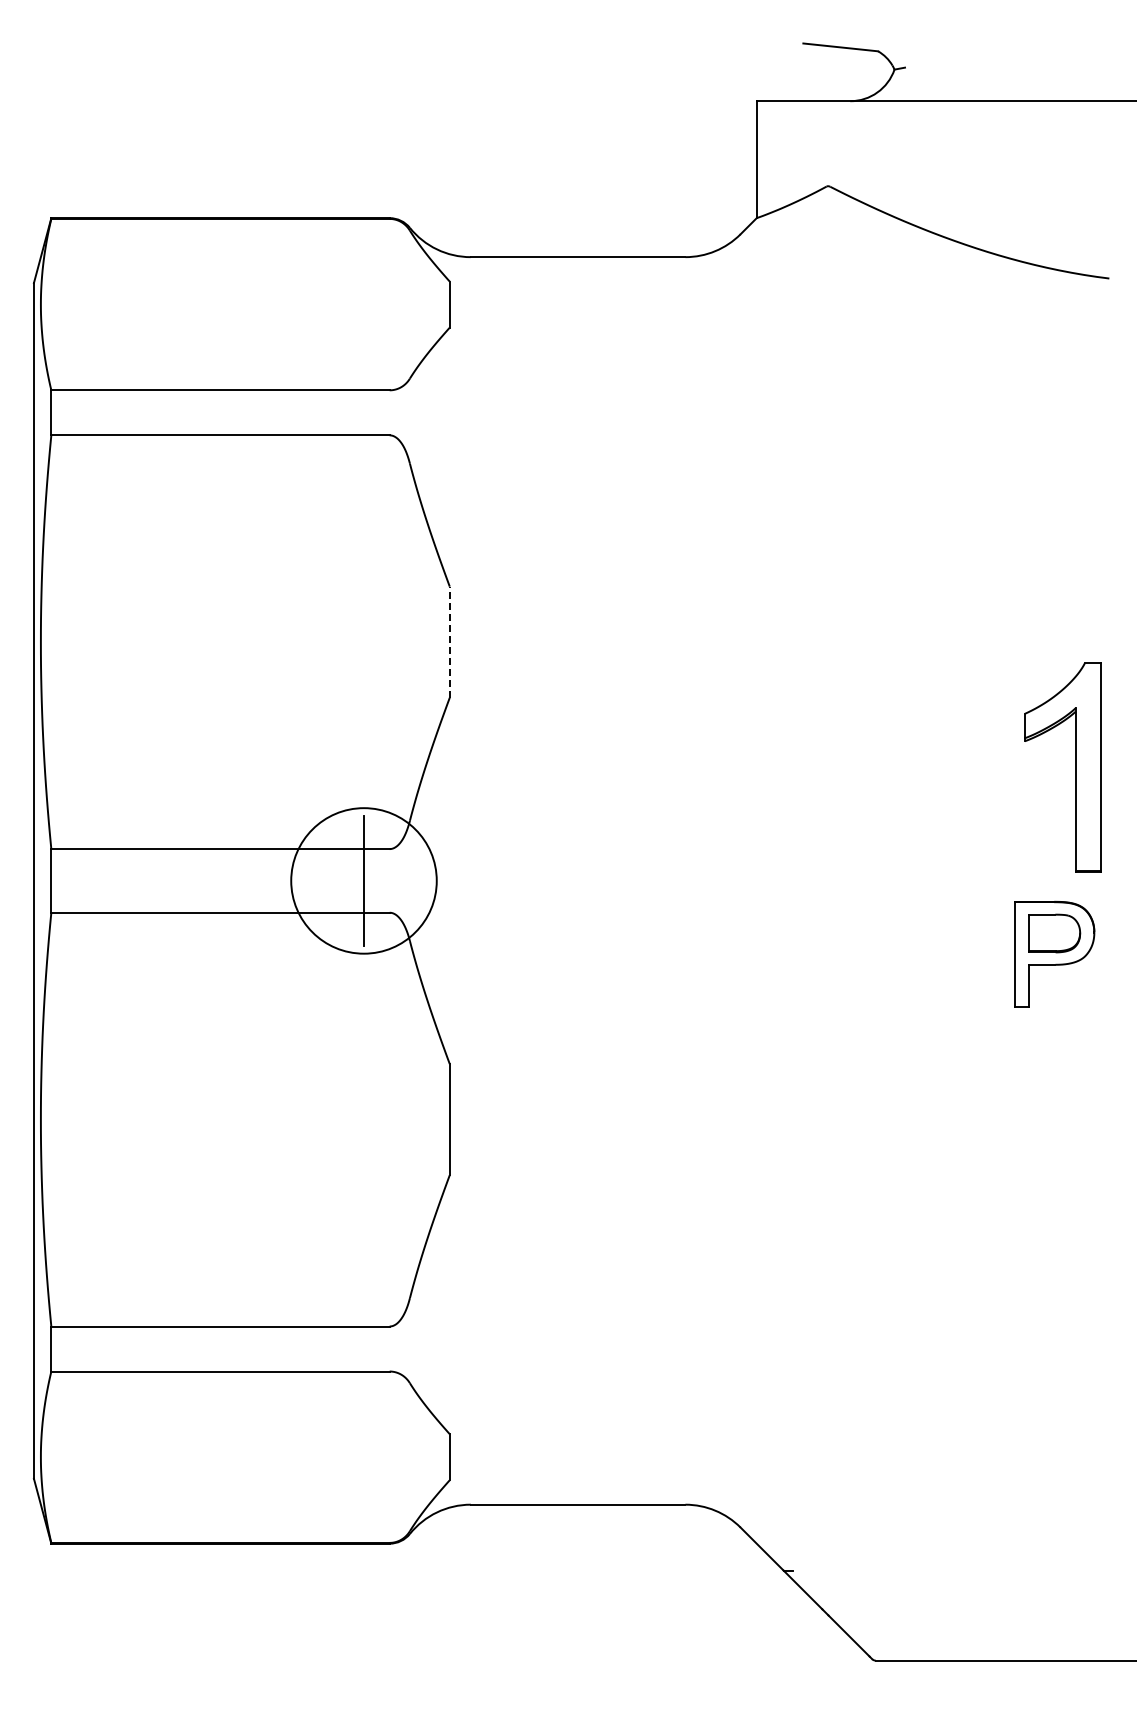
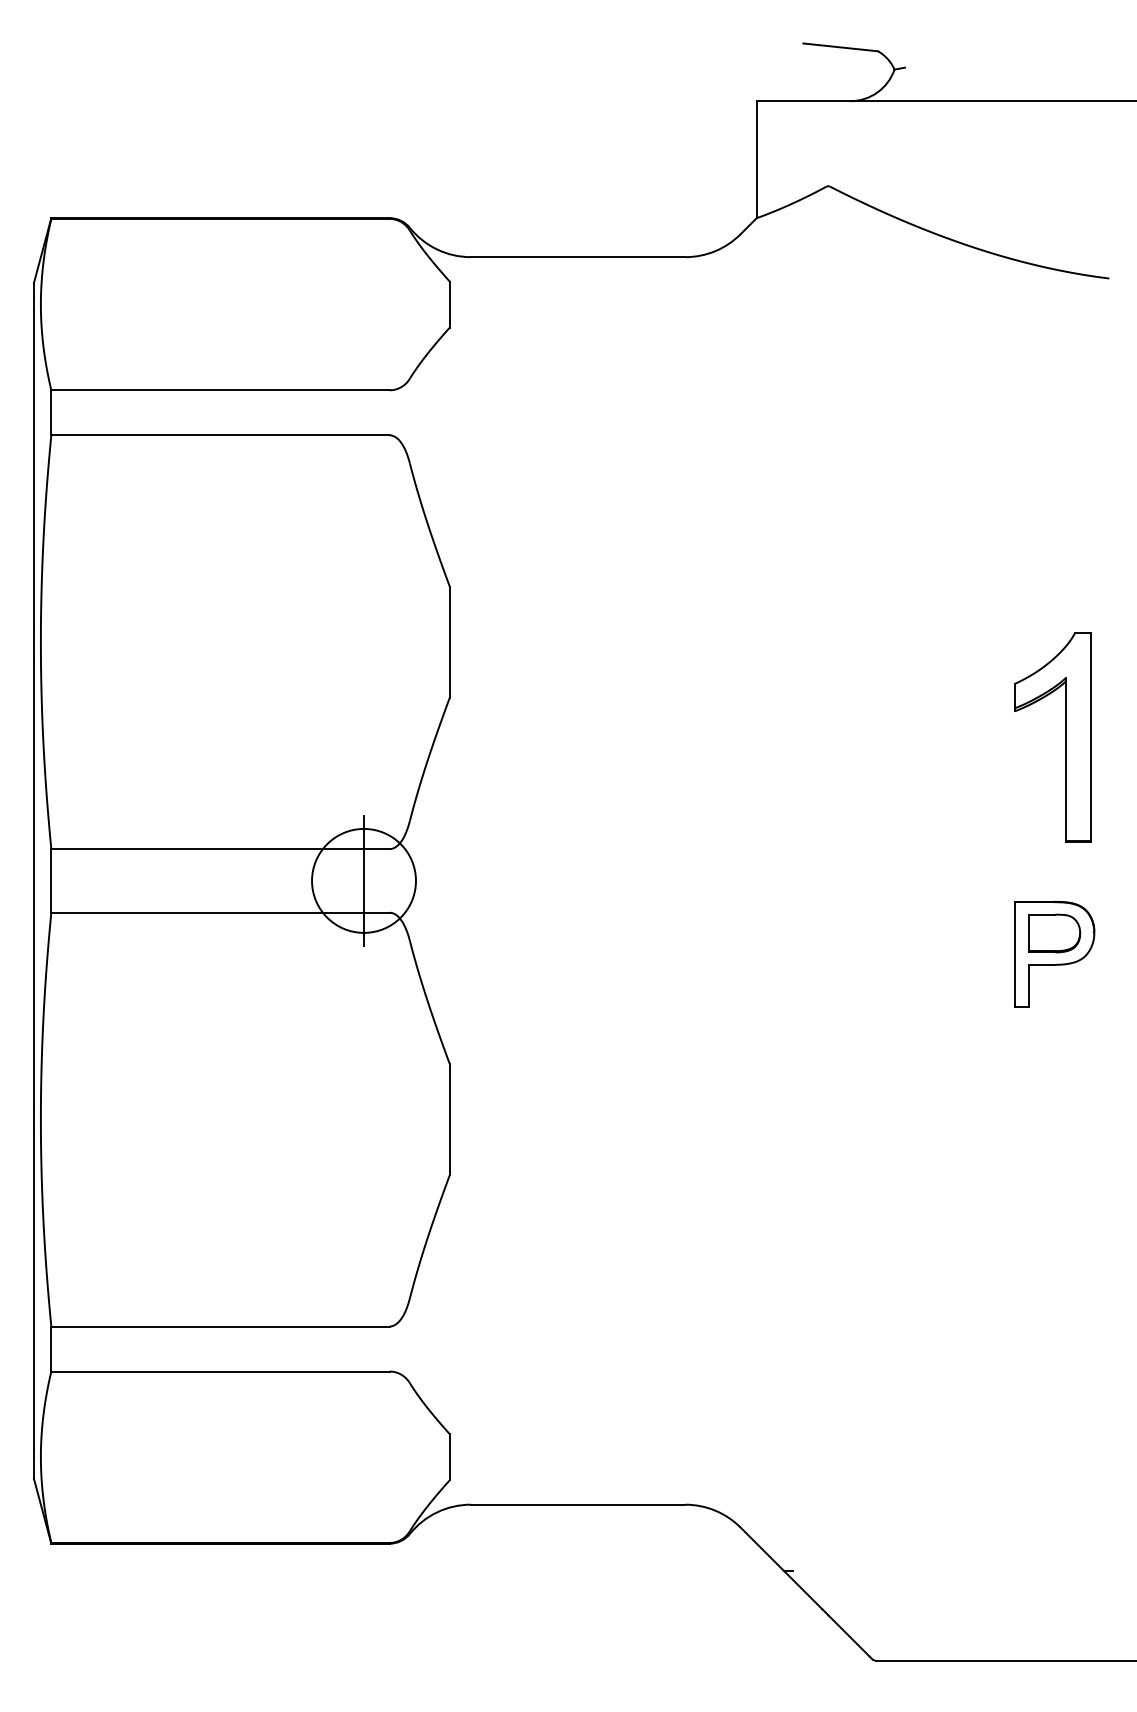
line at (449, 642): dashed -> solid
part at (1075, 767) position: (1075, 767) -> (1065, 737)
circle at (363, 880) diameter: 146 px -> 104 px
